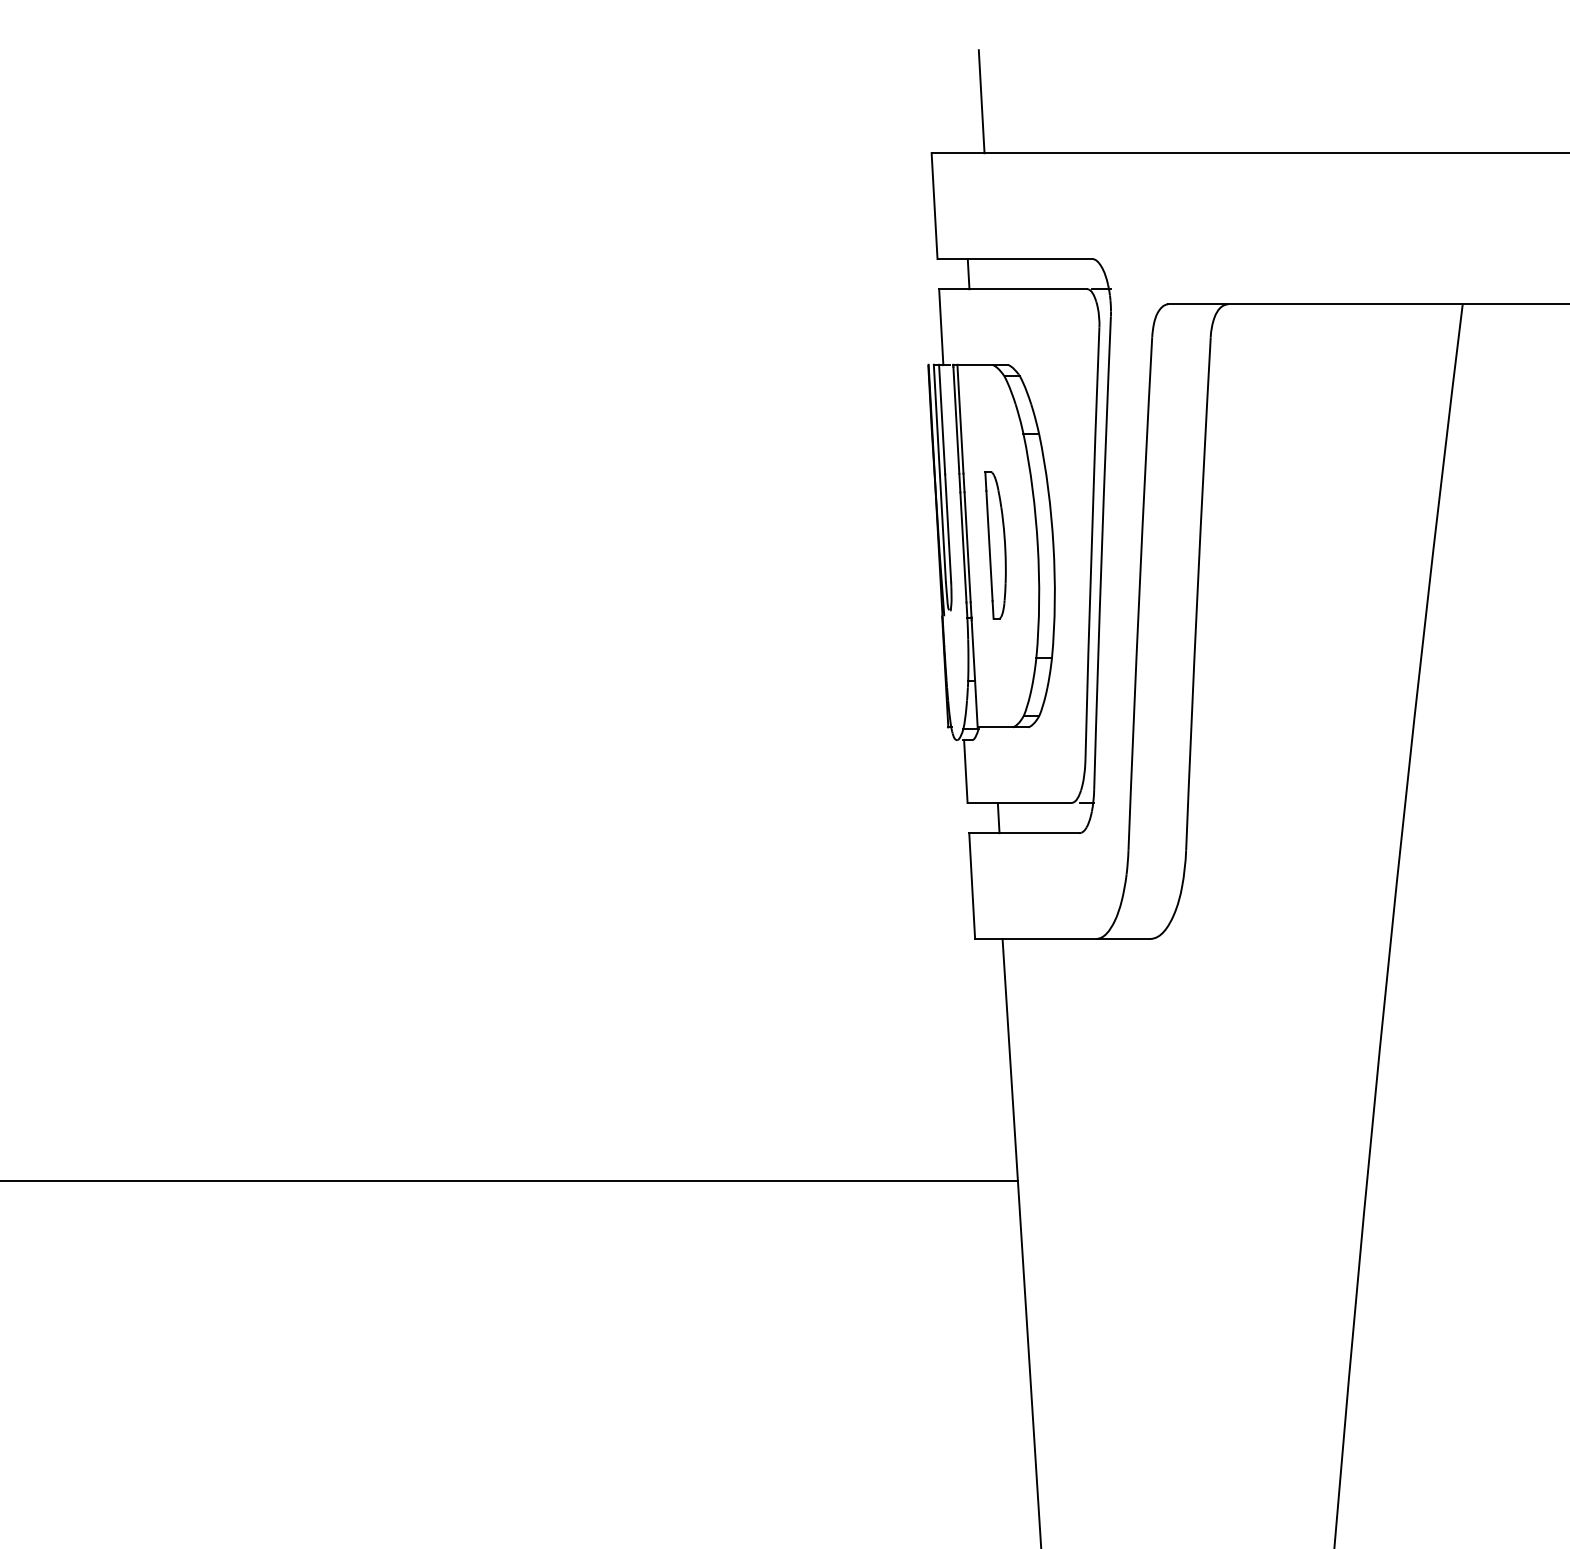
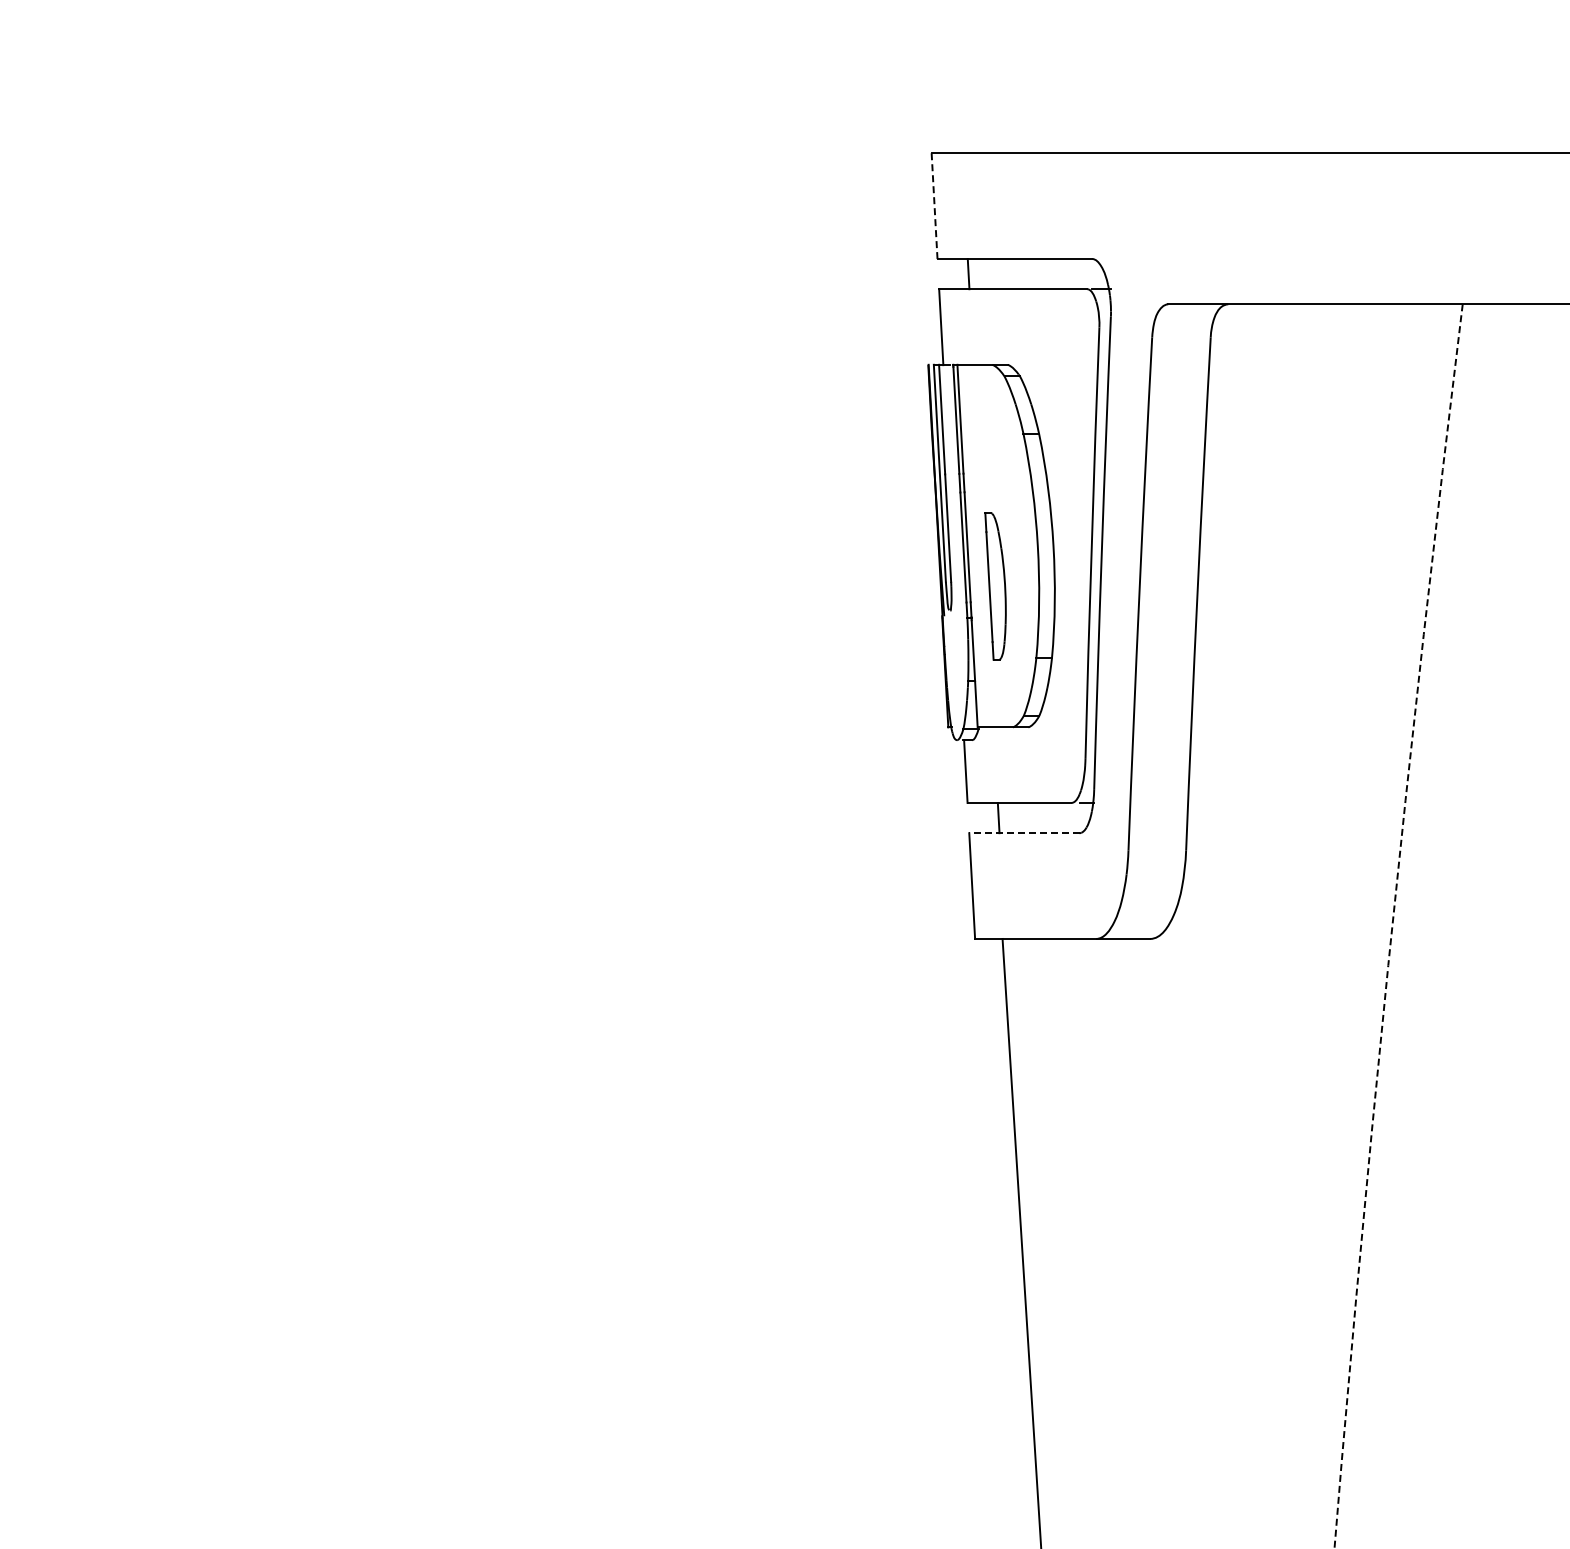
line at (981, 101): present -> none
line at (934, 206): solid -> dashed
part at (995, 545) position: (995, 545) -> (995, 586)
line at (1023, 833): solid -> dashed
arc at (1392, 926): solid -> dashed
line at (509, 1180): present -> none
